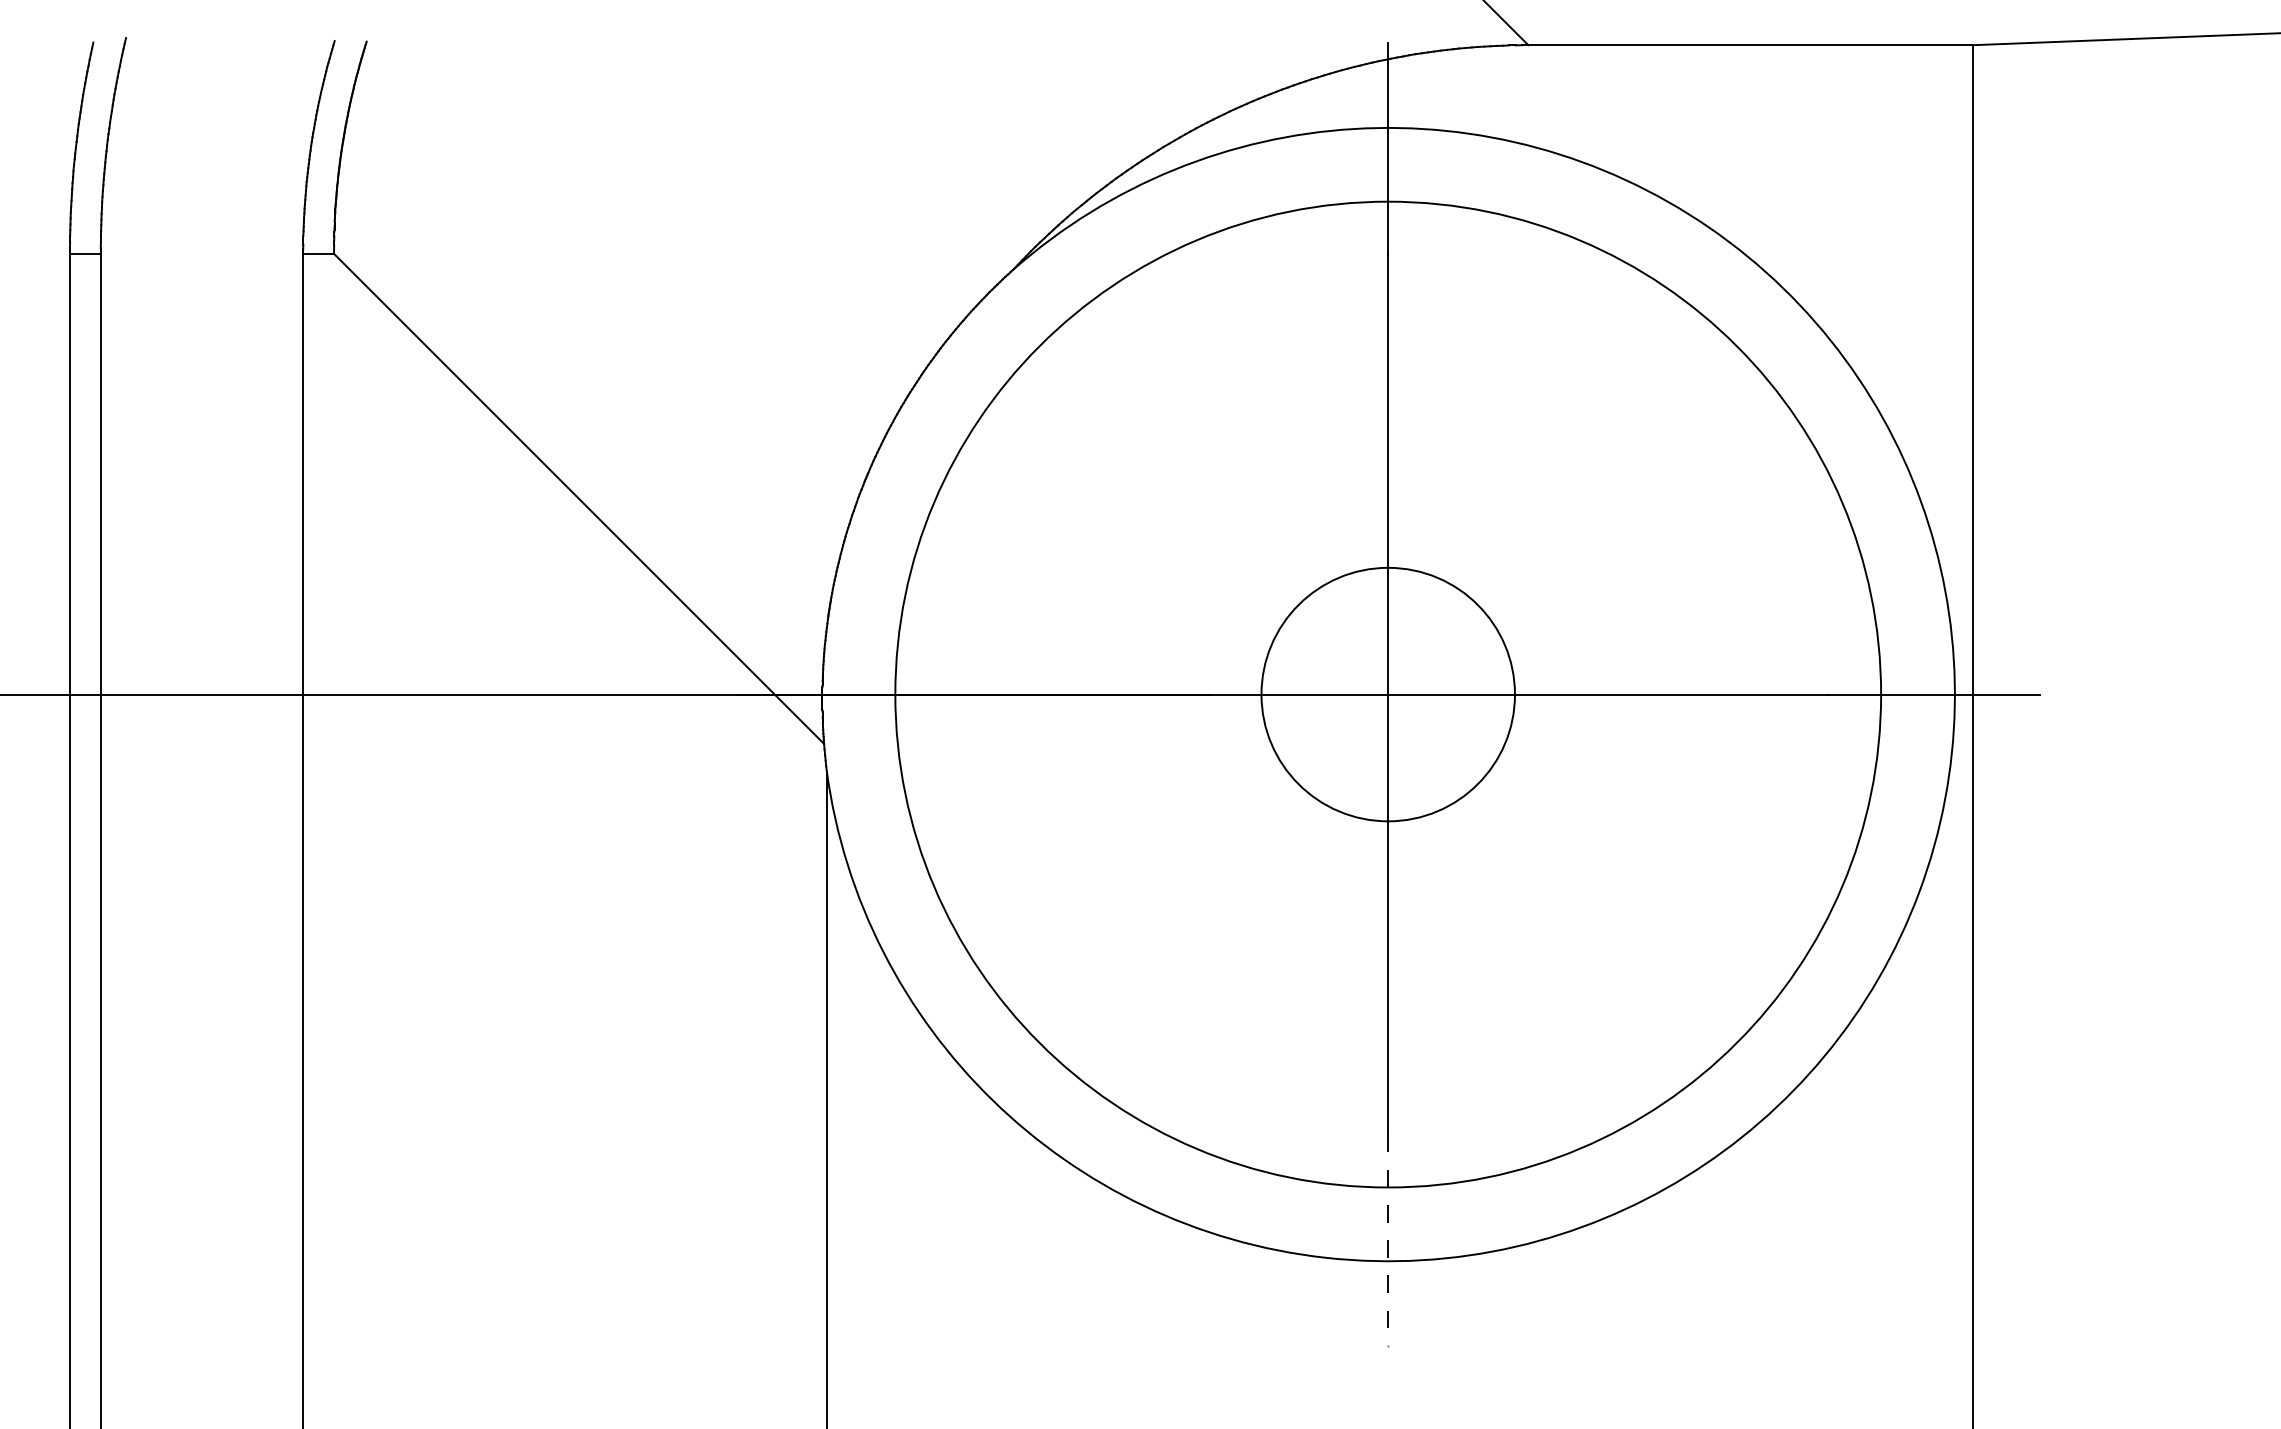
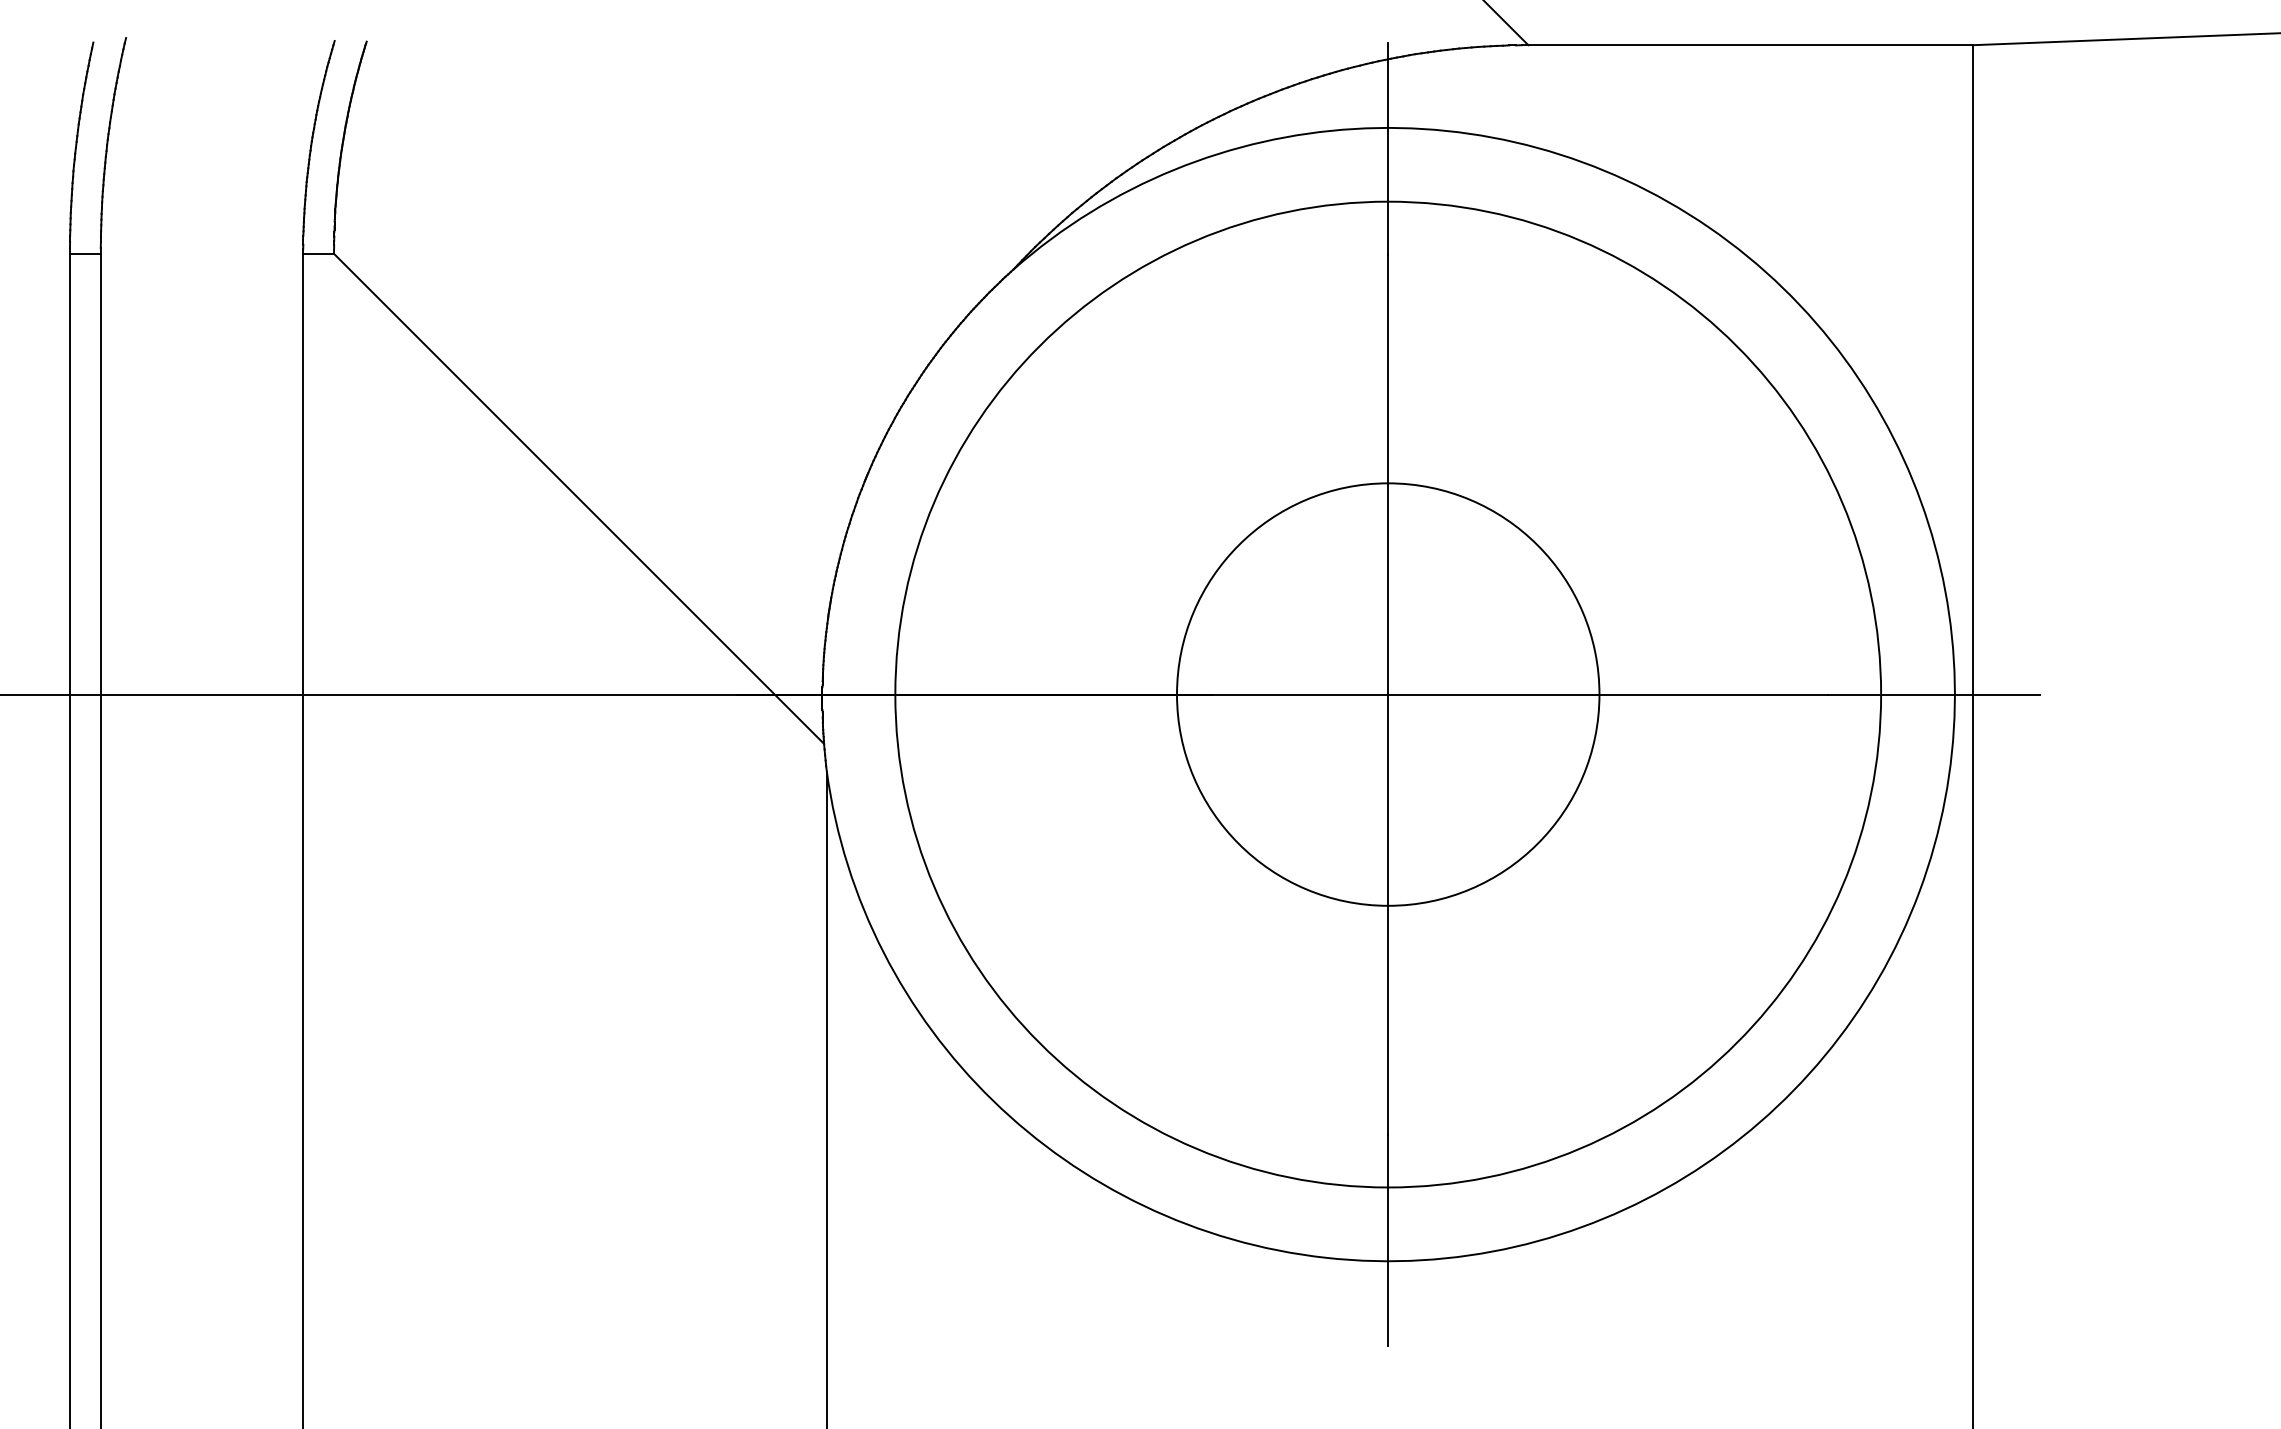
circle at (1387, 694) diameter: 253 px -> 422 px
line at (1388, 1240): dashed -> solid
